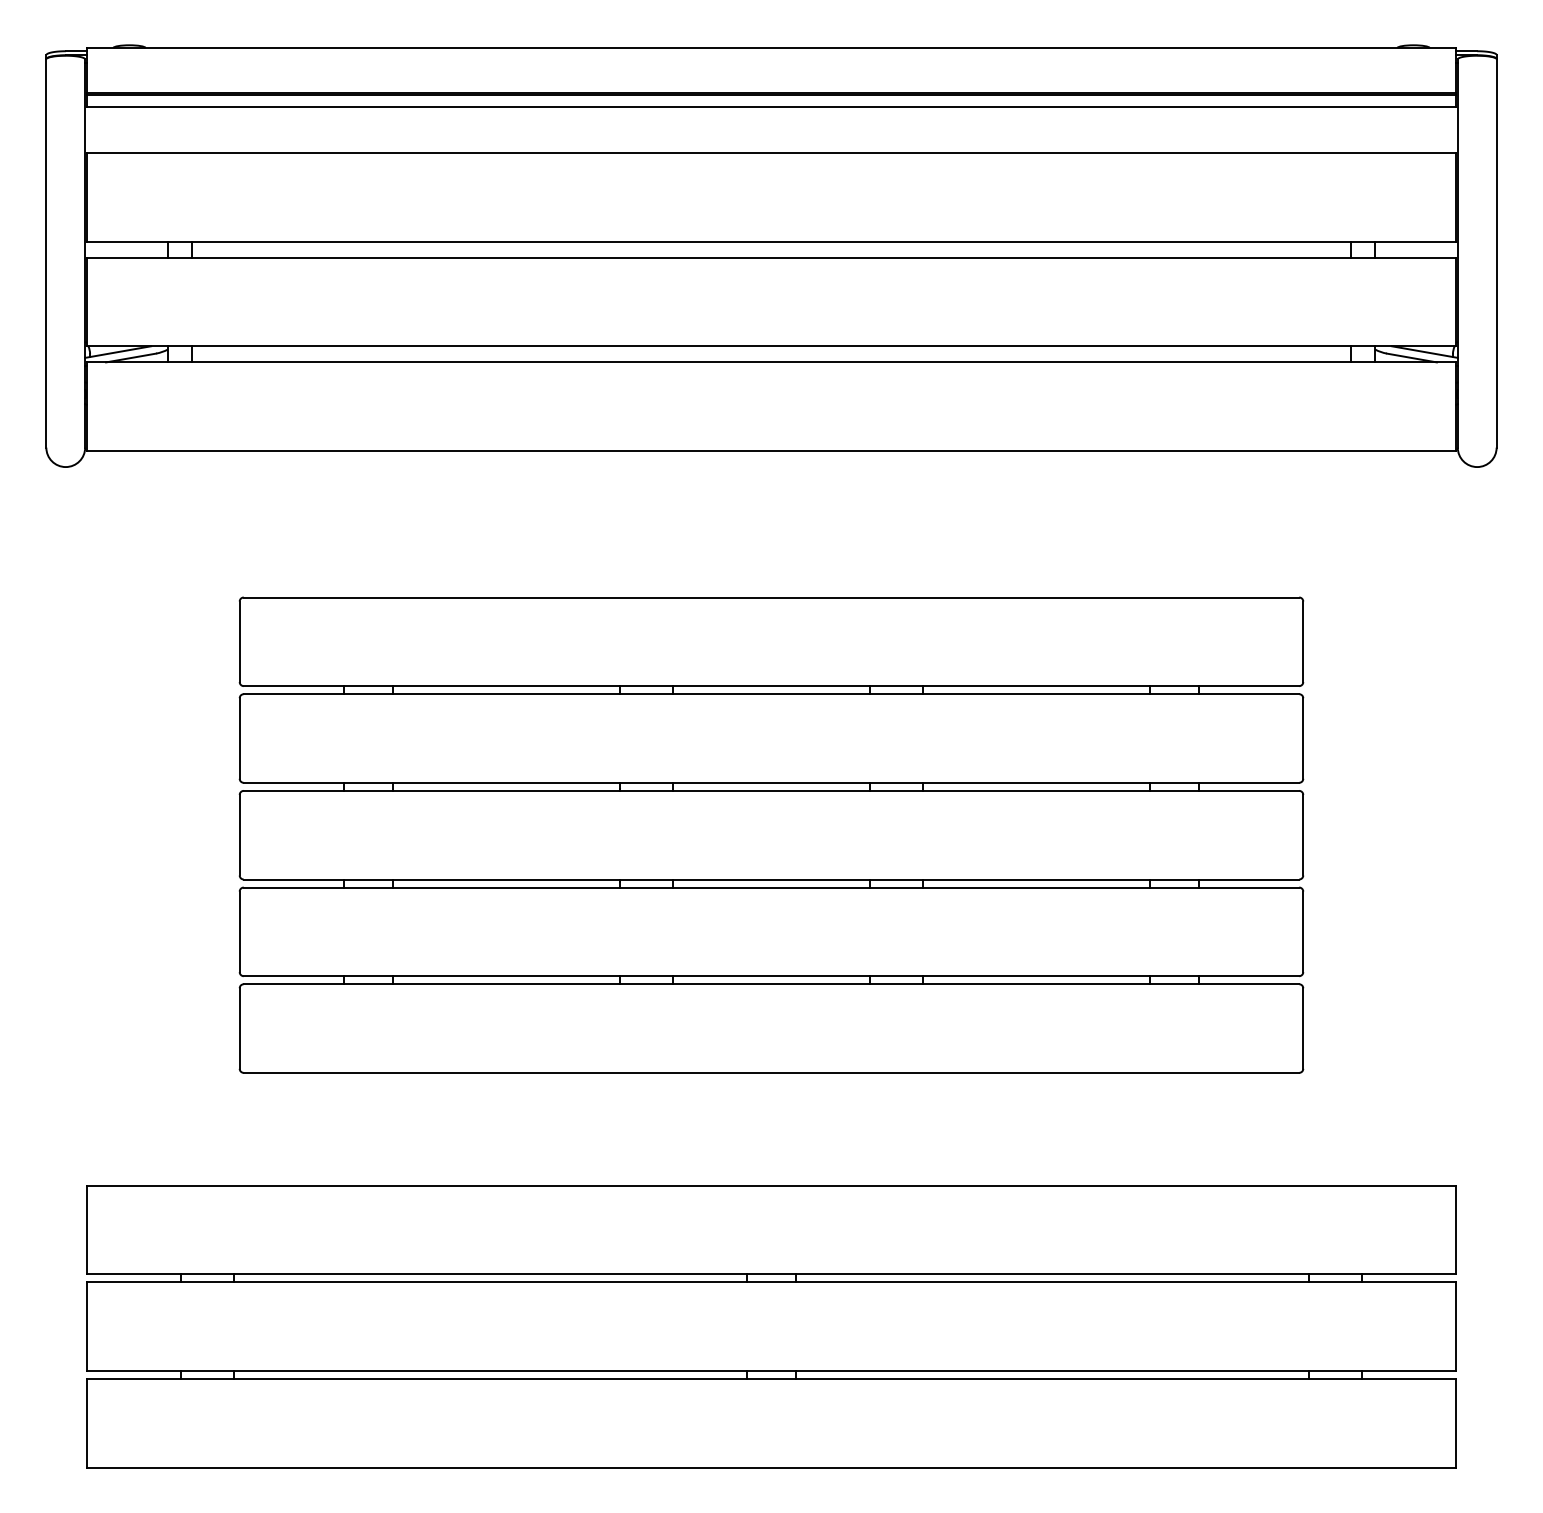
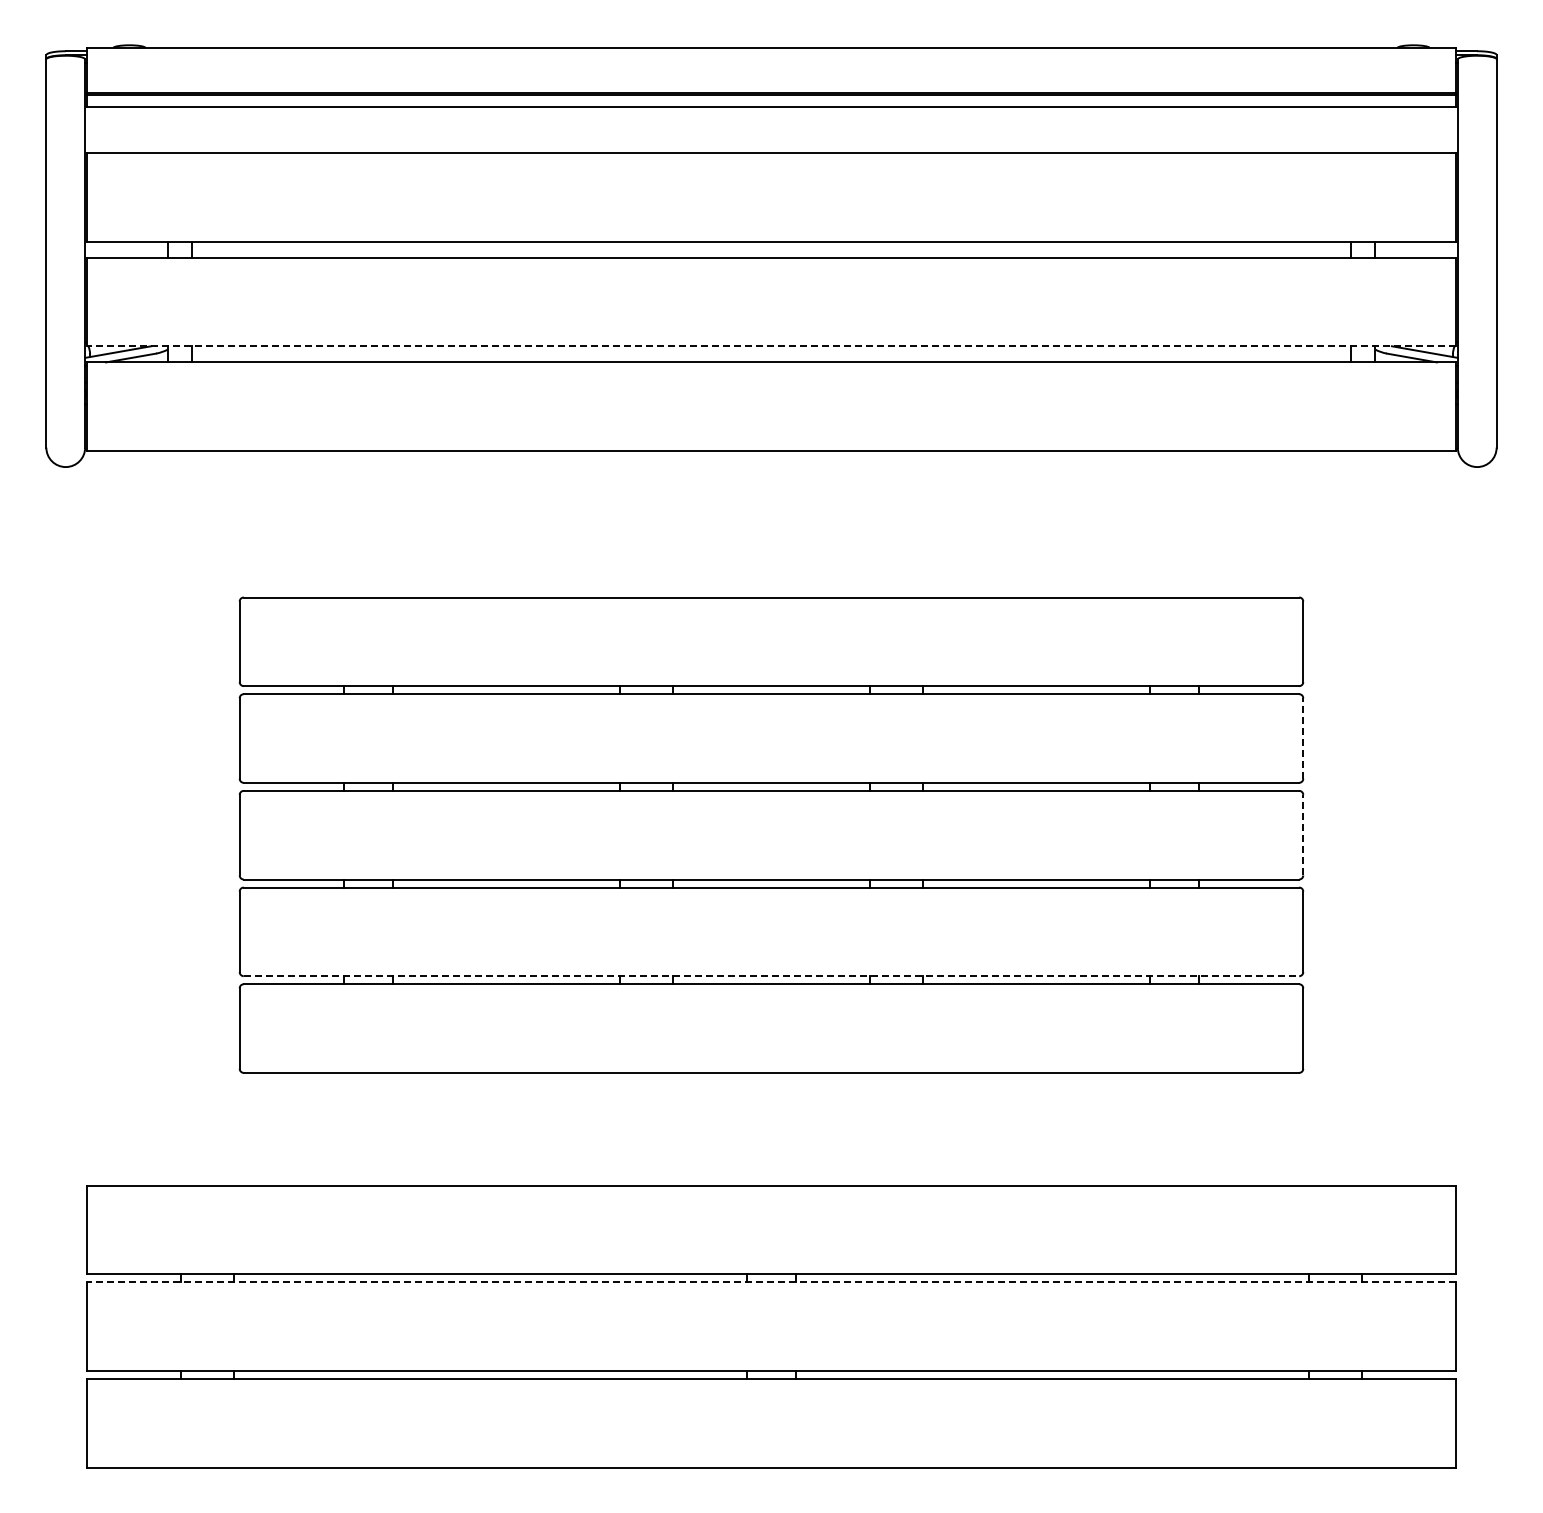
line at (771, 346): solid -> dashed
line at (1303, 738): solid -> dashed
line at (1303, 834): solid -> dashed
line at (771, 976): solid -> dashed
line at (771, 1282): solid -> dashed
